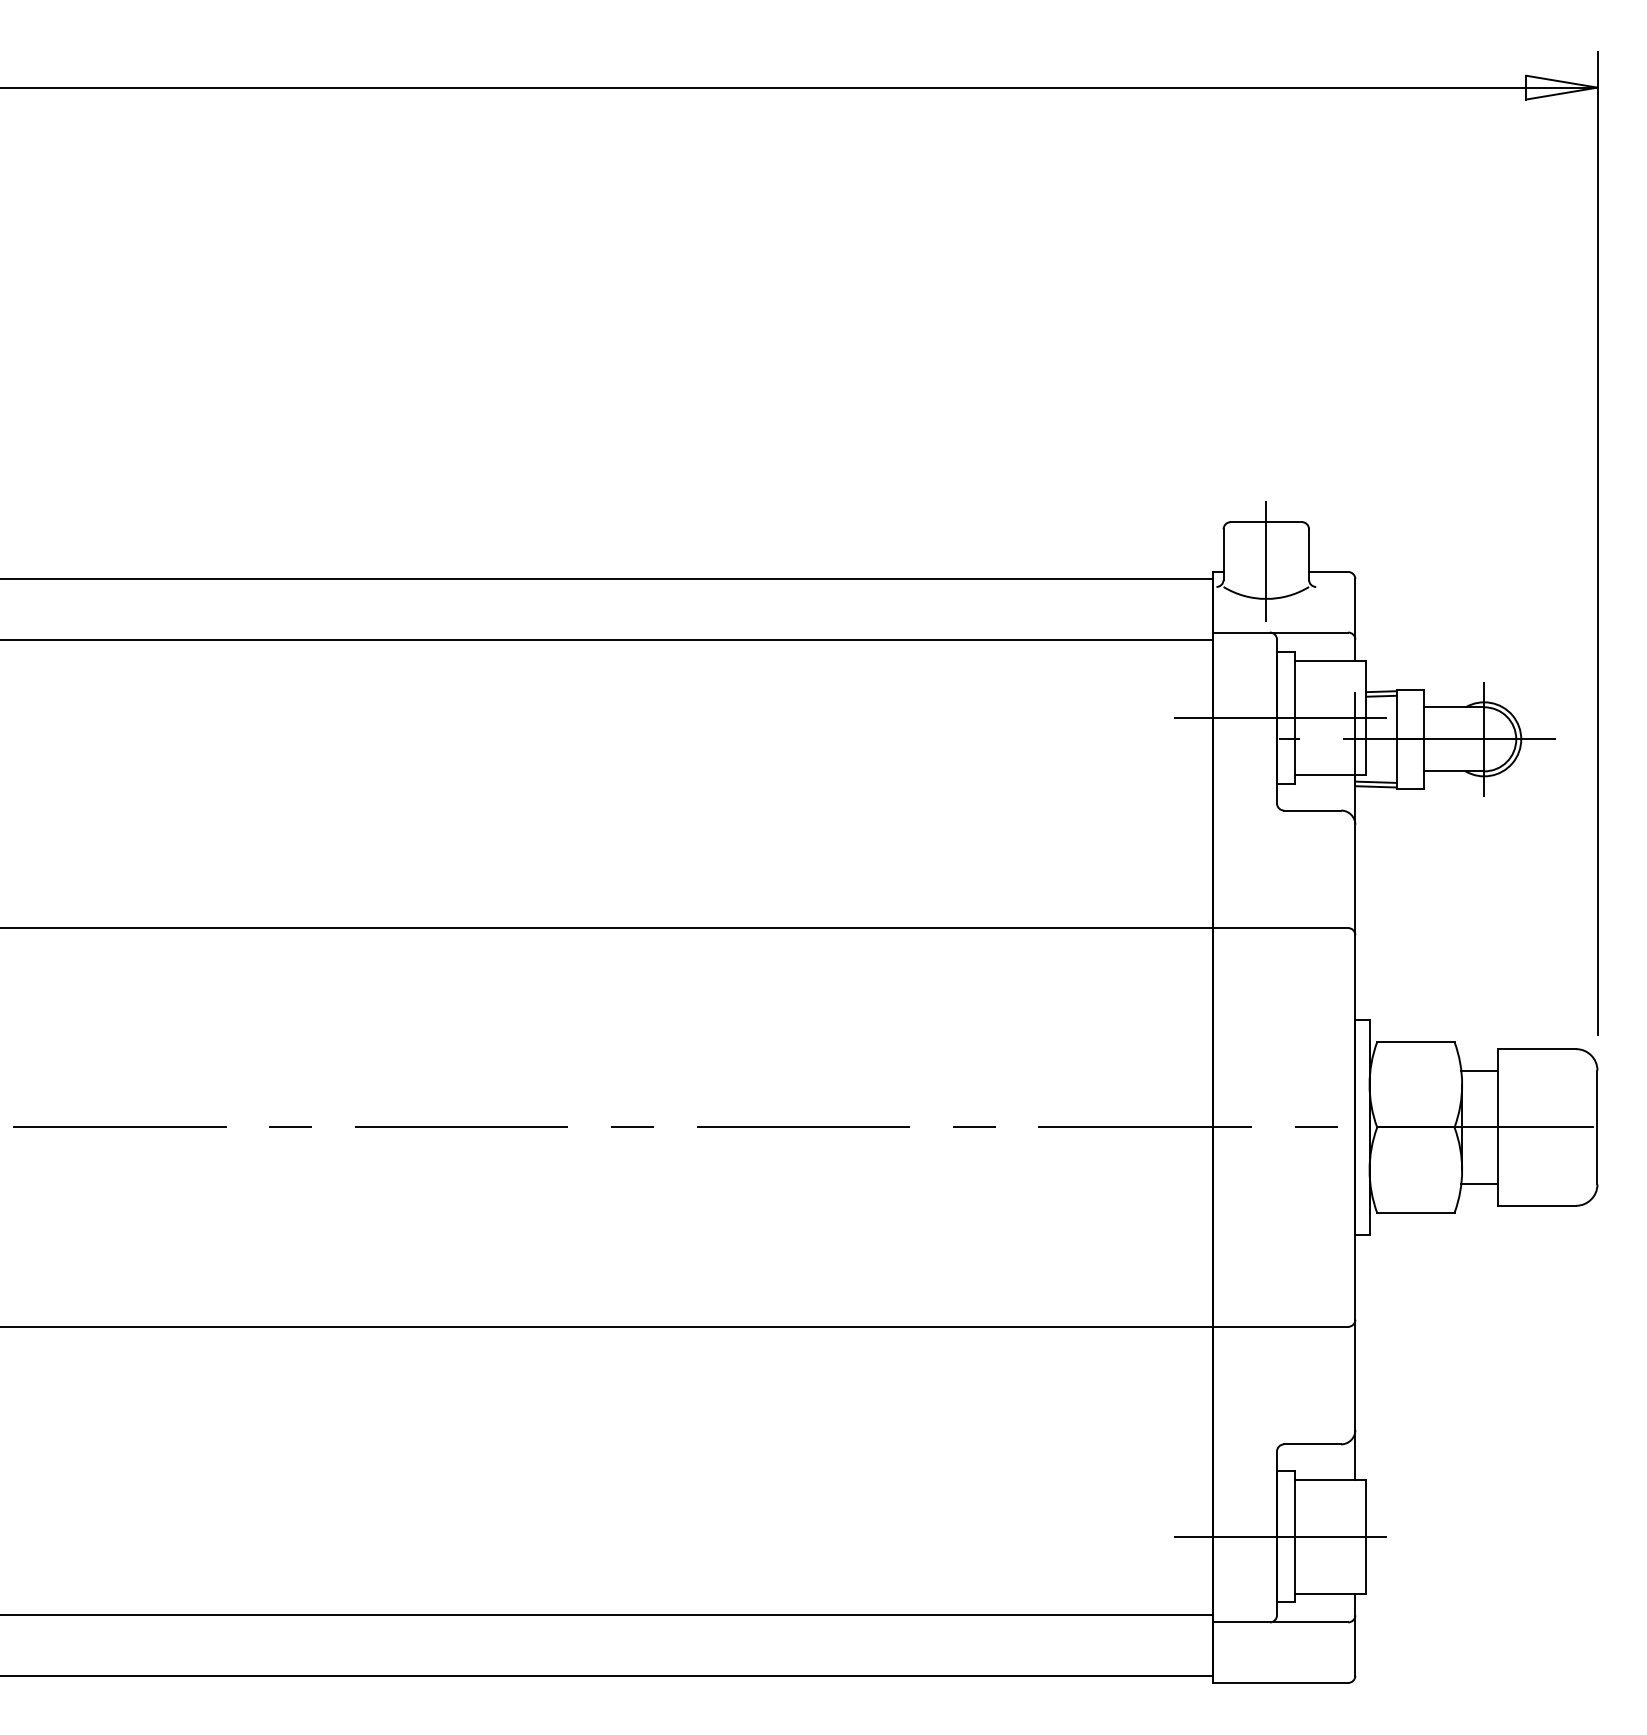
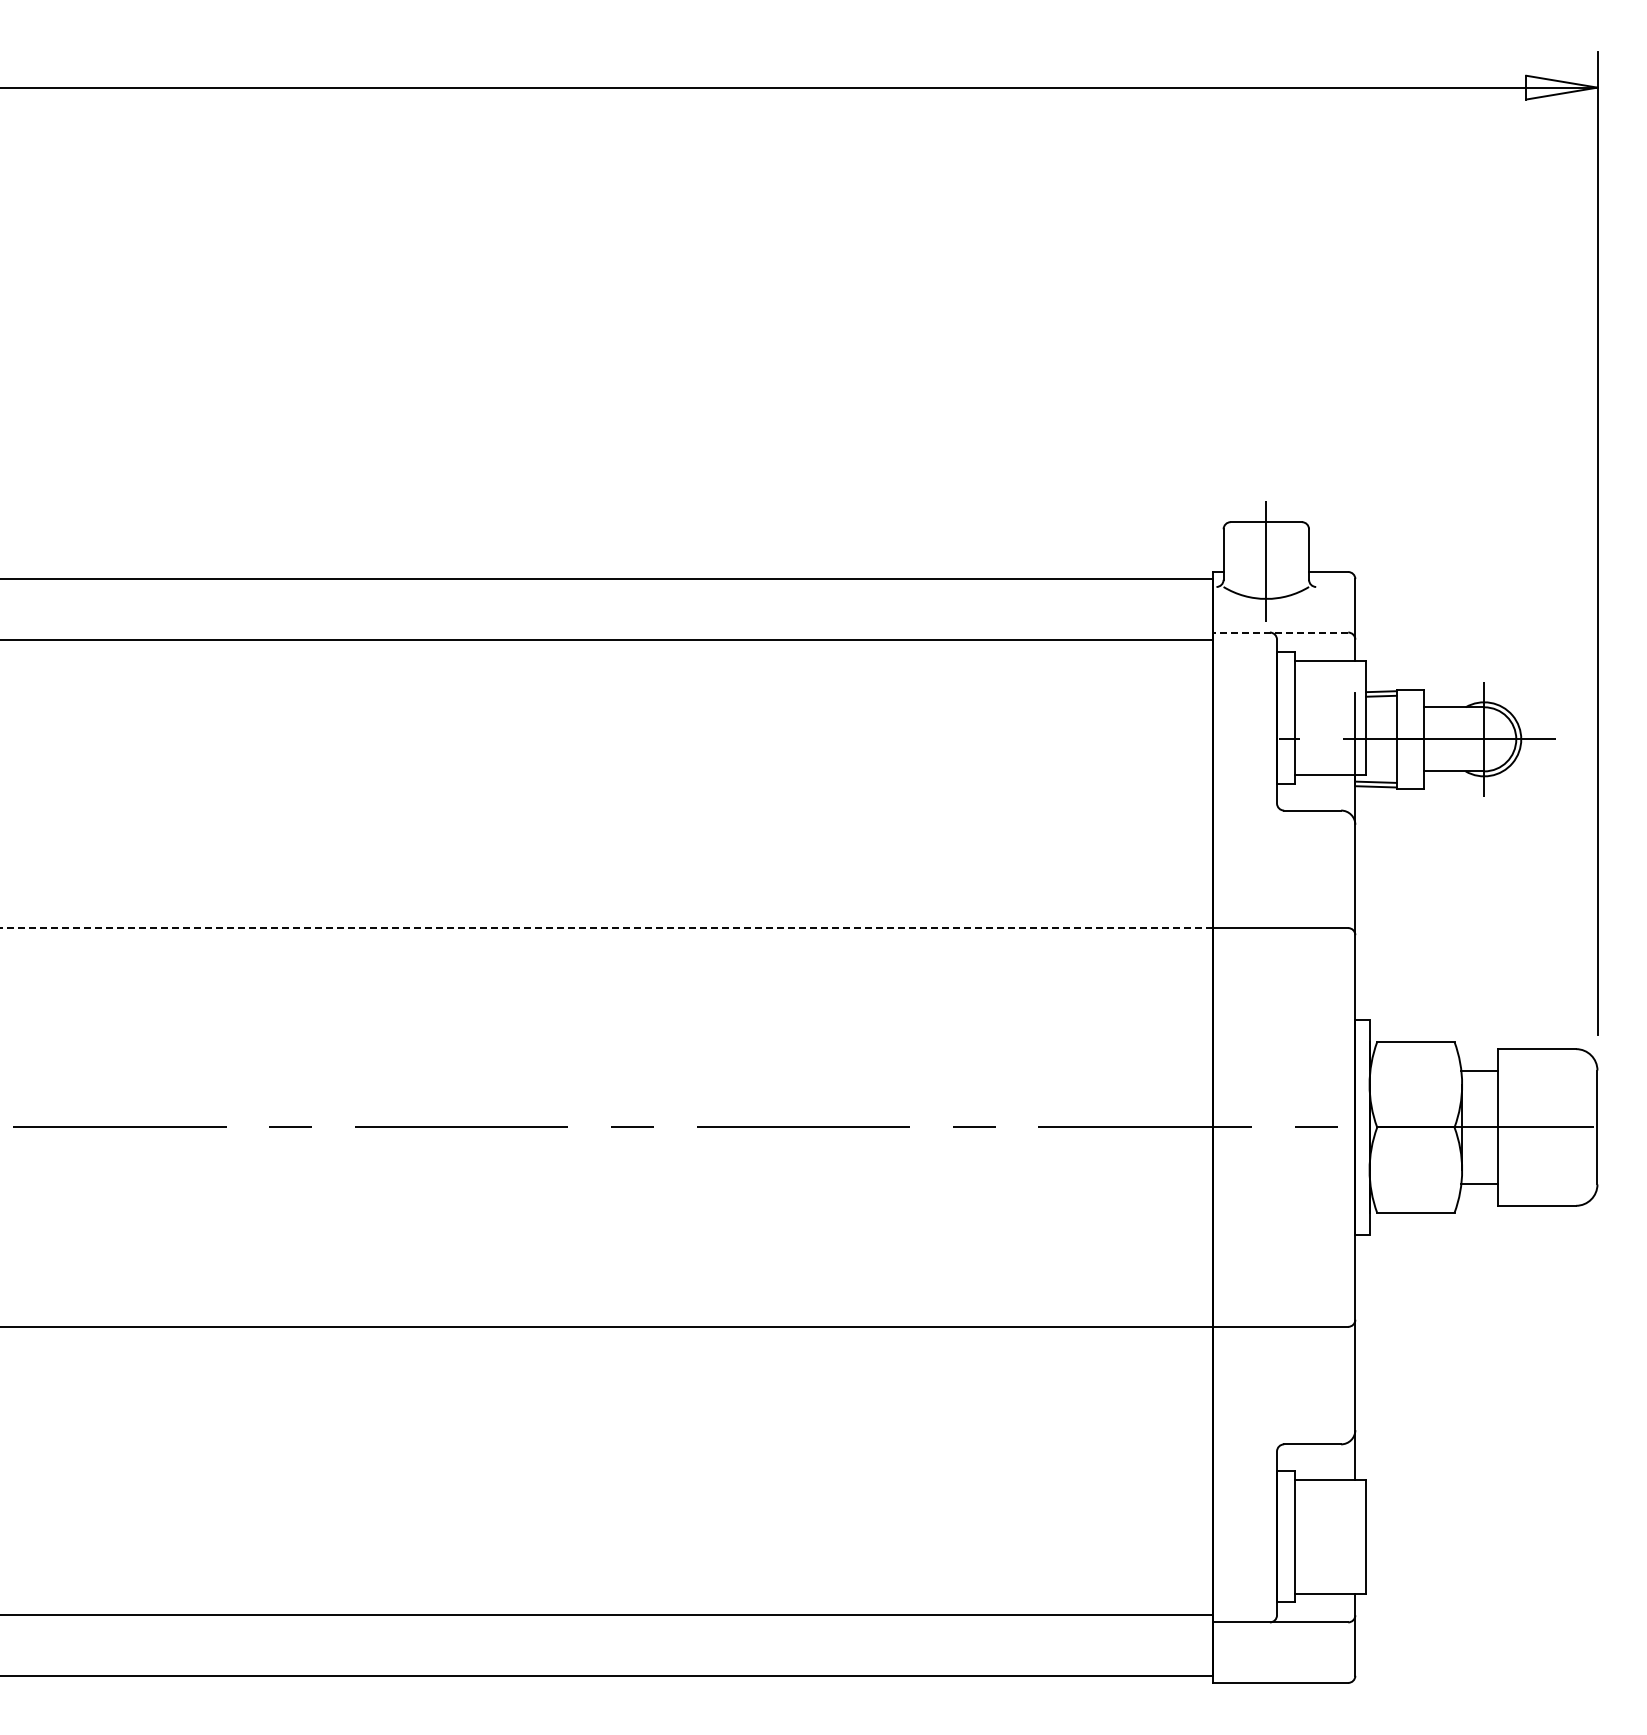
line at (1280, 632): solid -> dashed
line at (1276, 717): present -> none
line at (606, 928): solid -> dashed
line at (1276, 1536): present -> none
